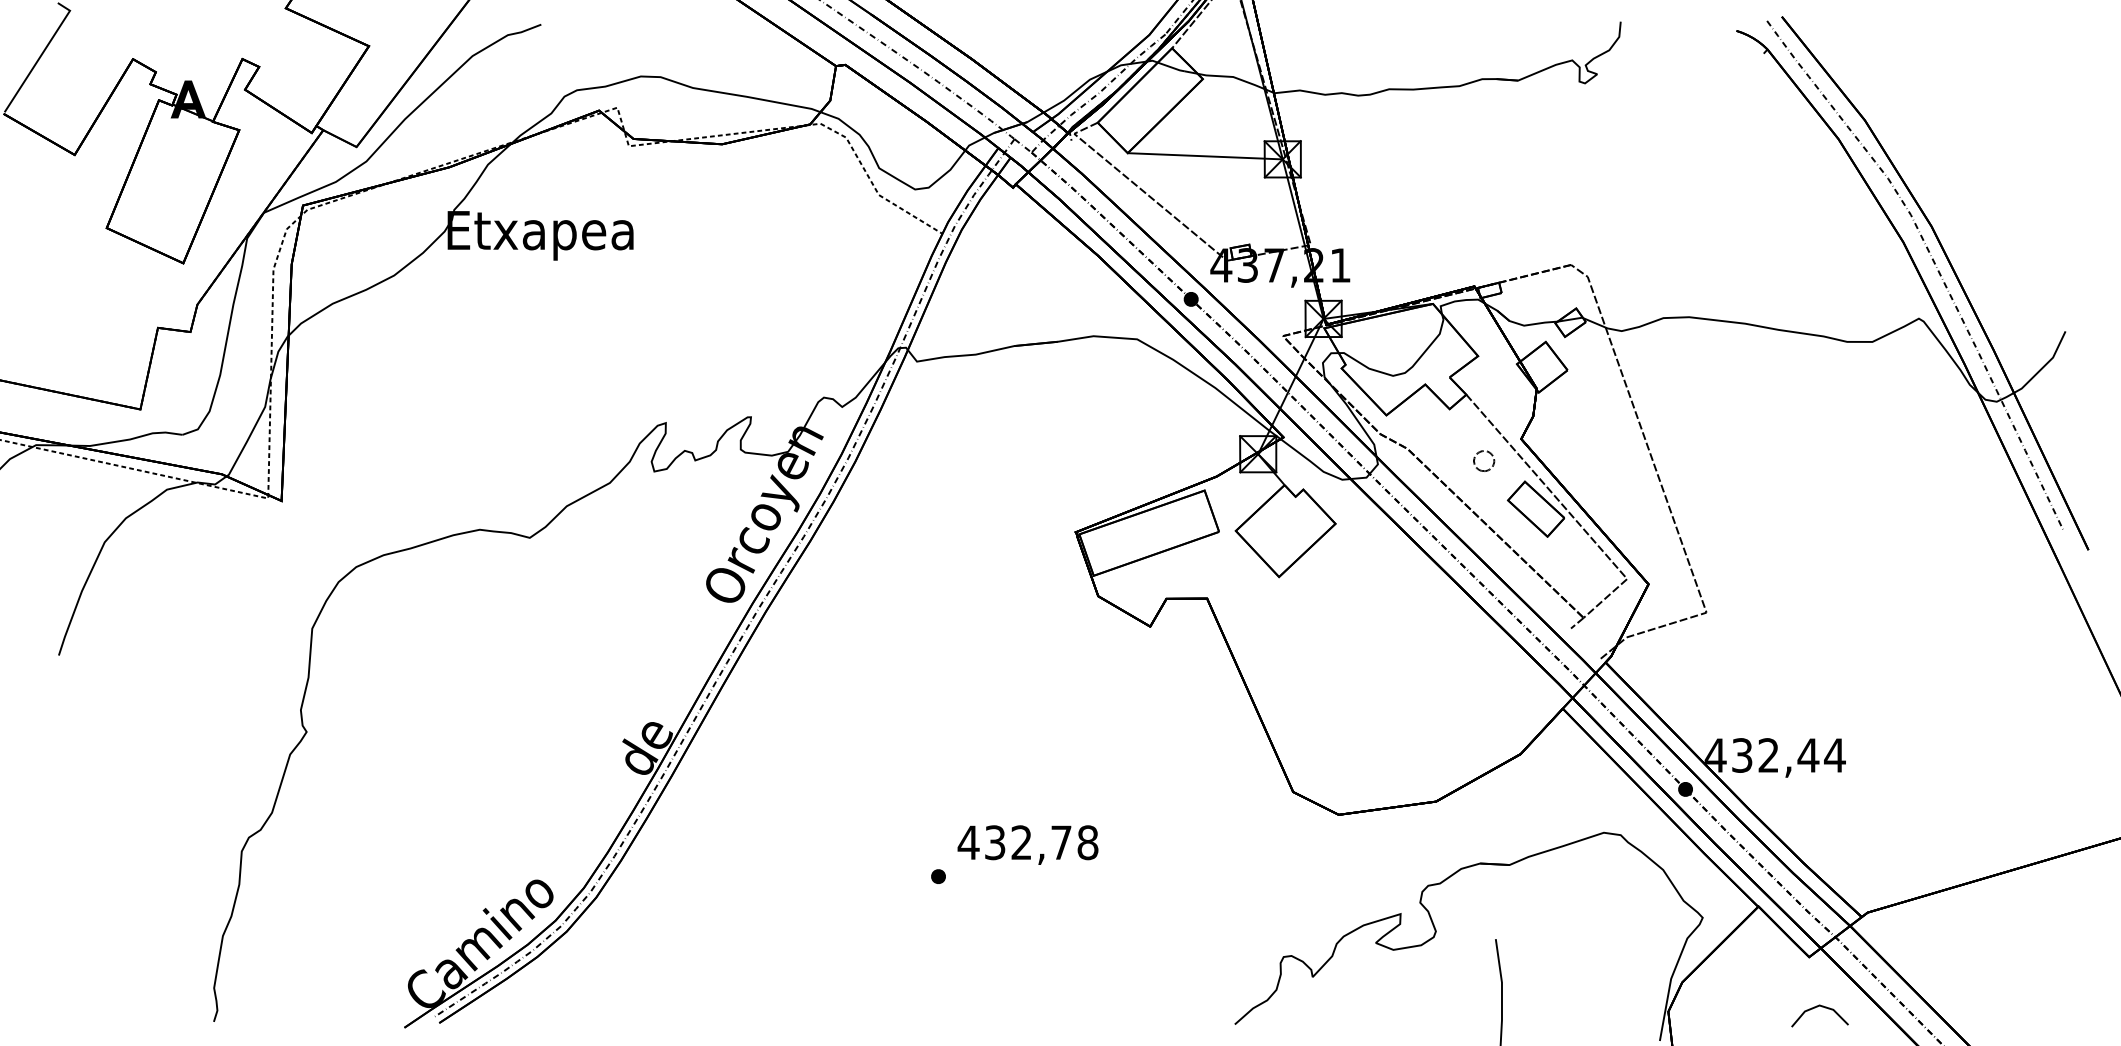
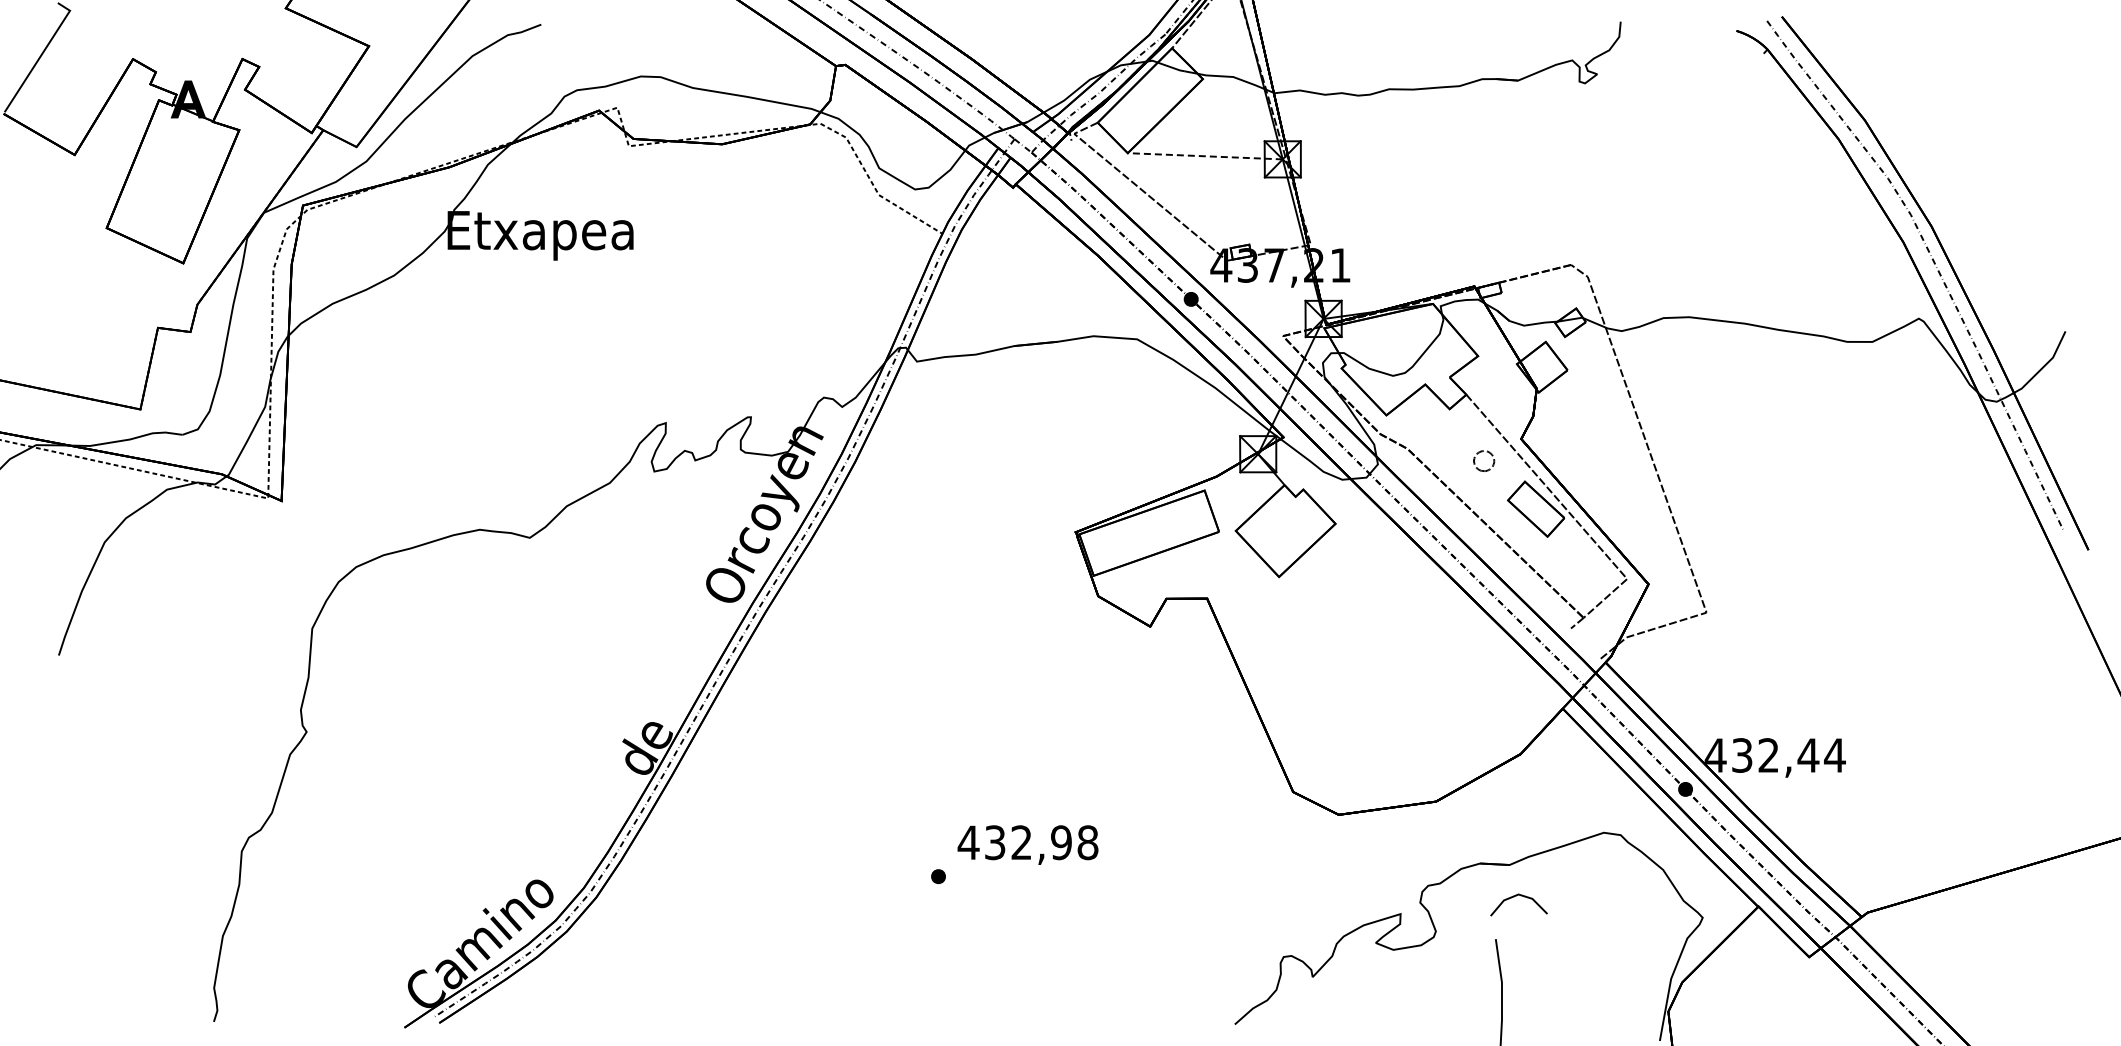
line at (1205, 156): solid -> dashed
text at (1061, 842): 432,78 -> 432,98
line at (1815, 1008) position: (1815, 1008) -> (1514, 897)
